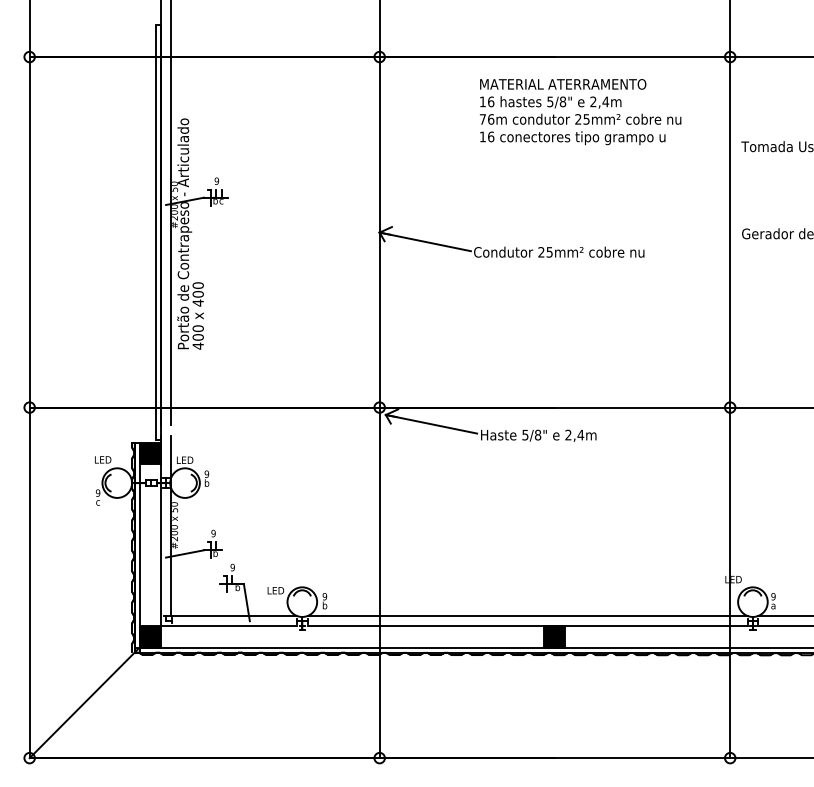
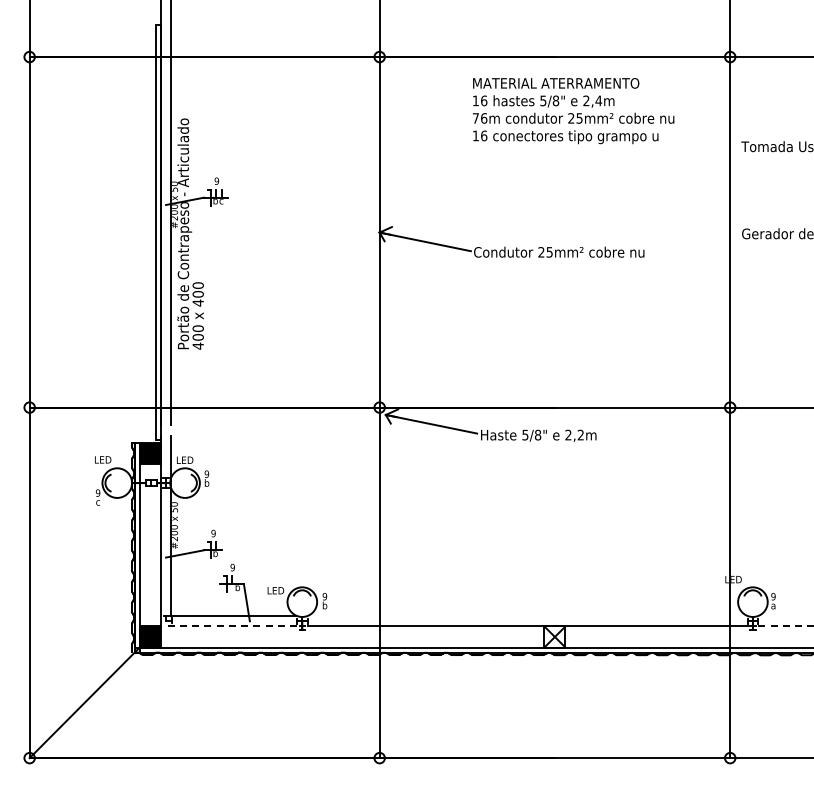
text at (580, 112) position: (580, 112) -> (573, 111)
text at (580, 434): 2,4m -> 2,2m
line at (527, 615): present -> none
line at (784, 615): present -> none
line at (228, 626): solid -> dashed
line at (785, 626): solid -> dashed
fill at (554, 636): present -> none
